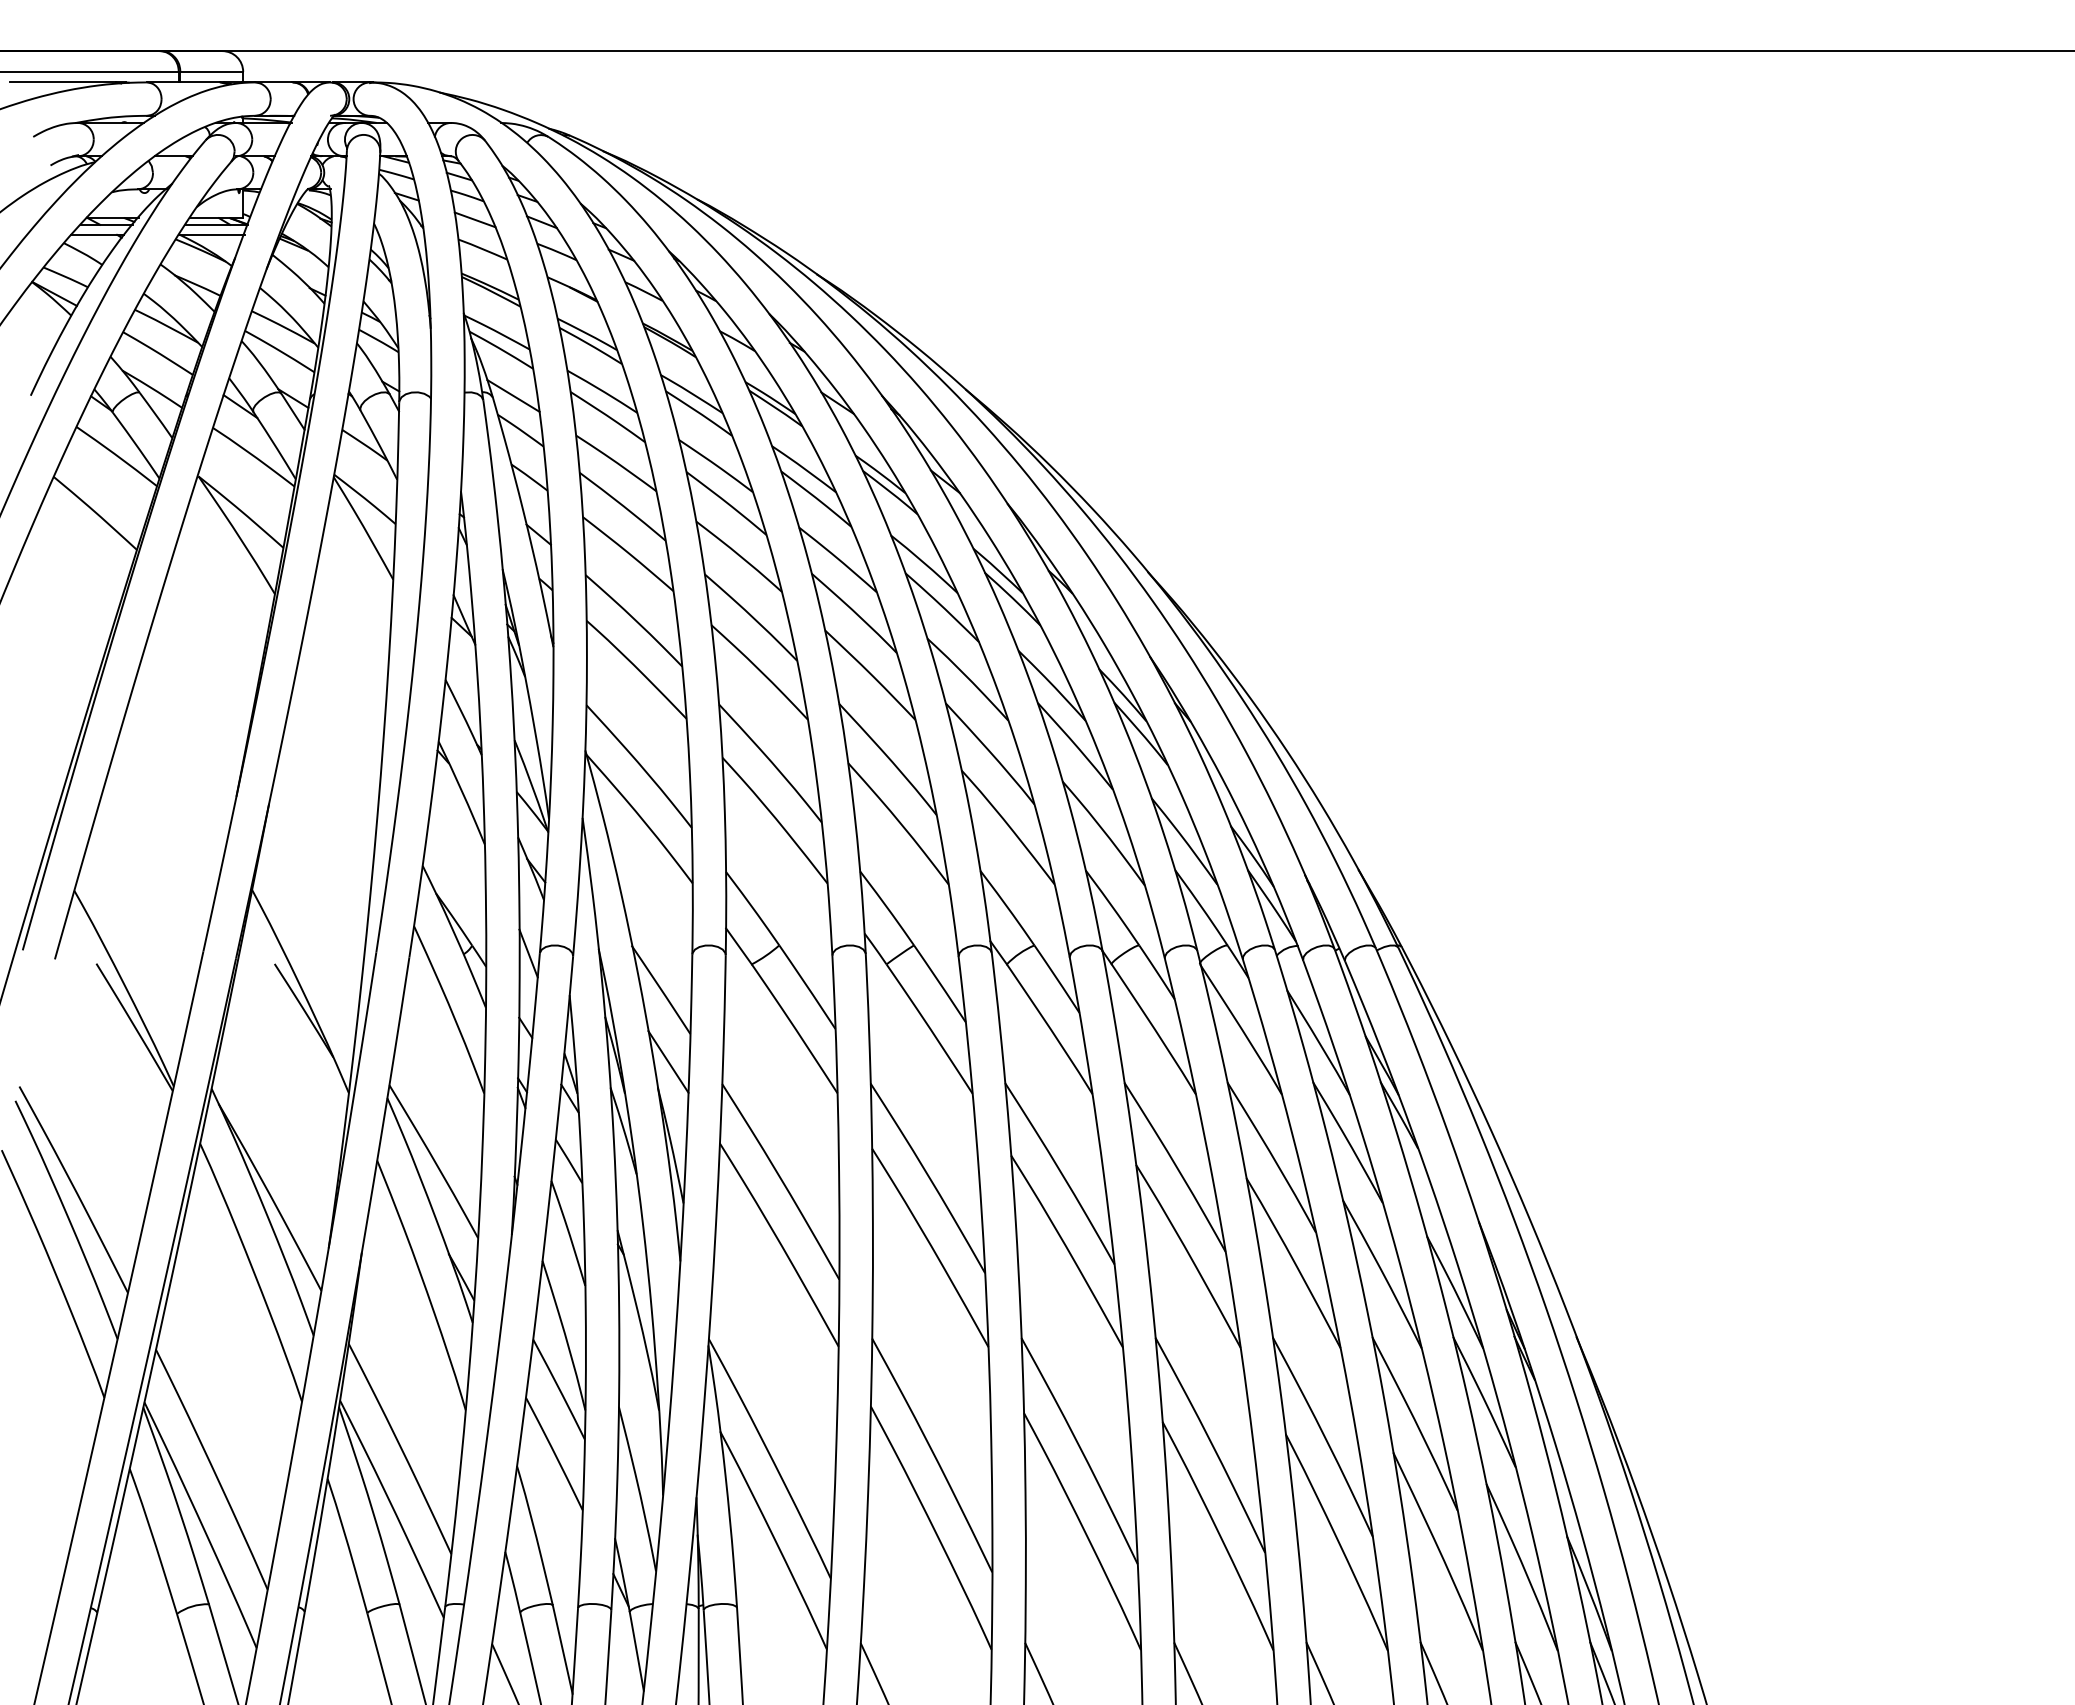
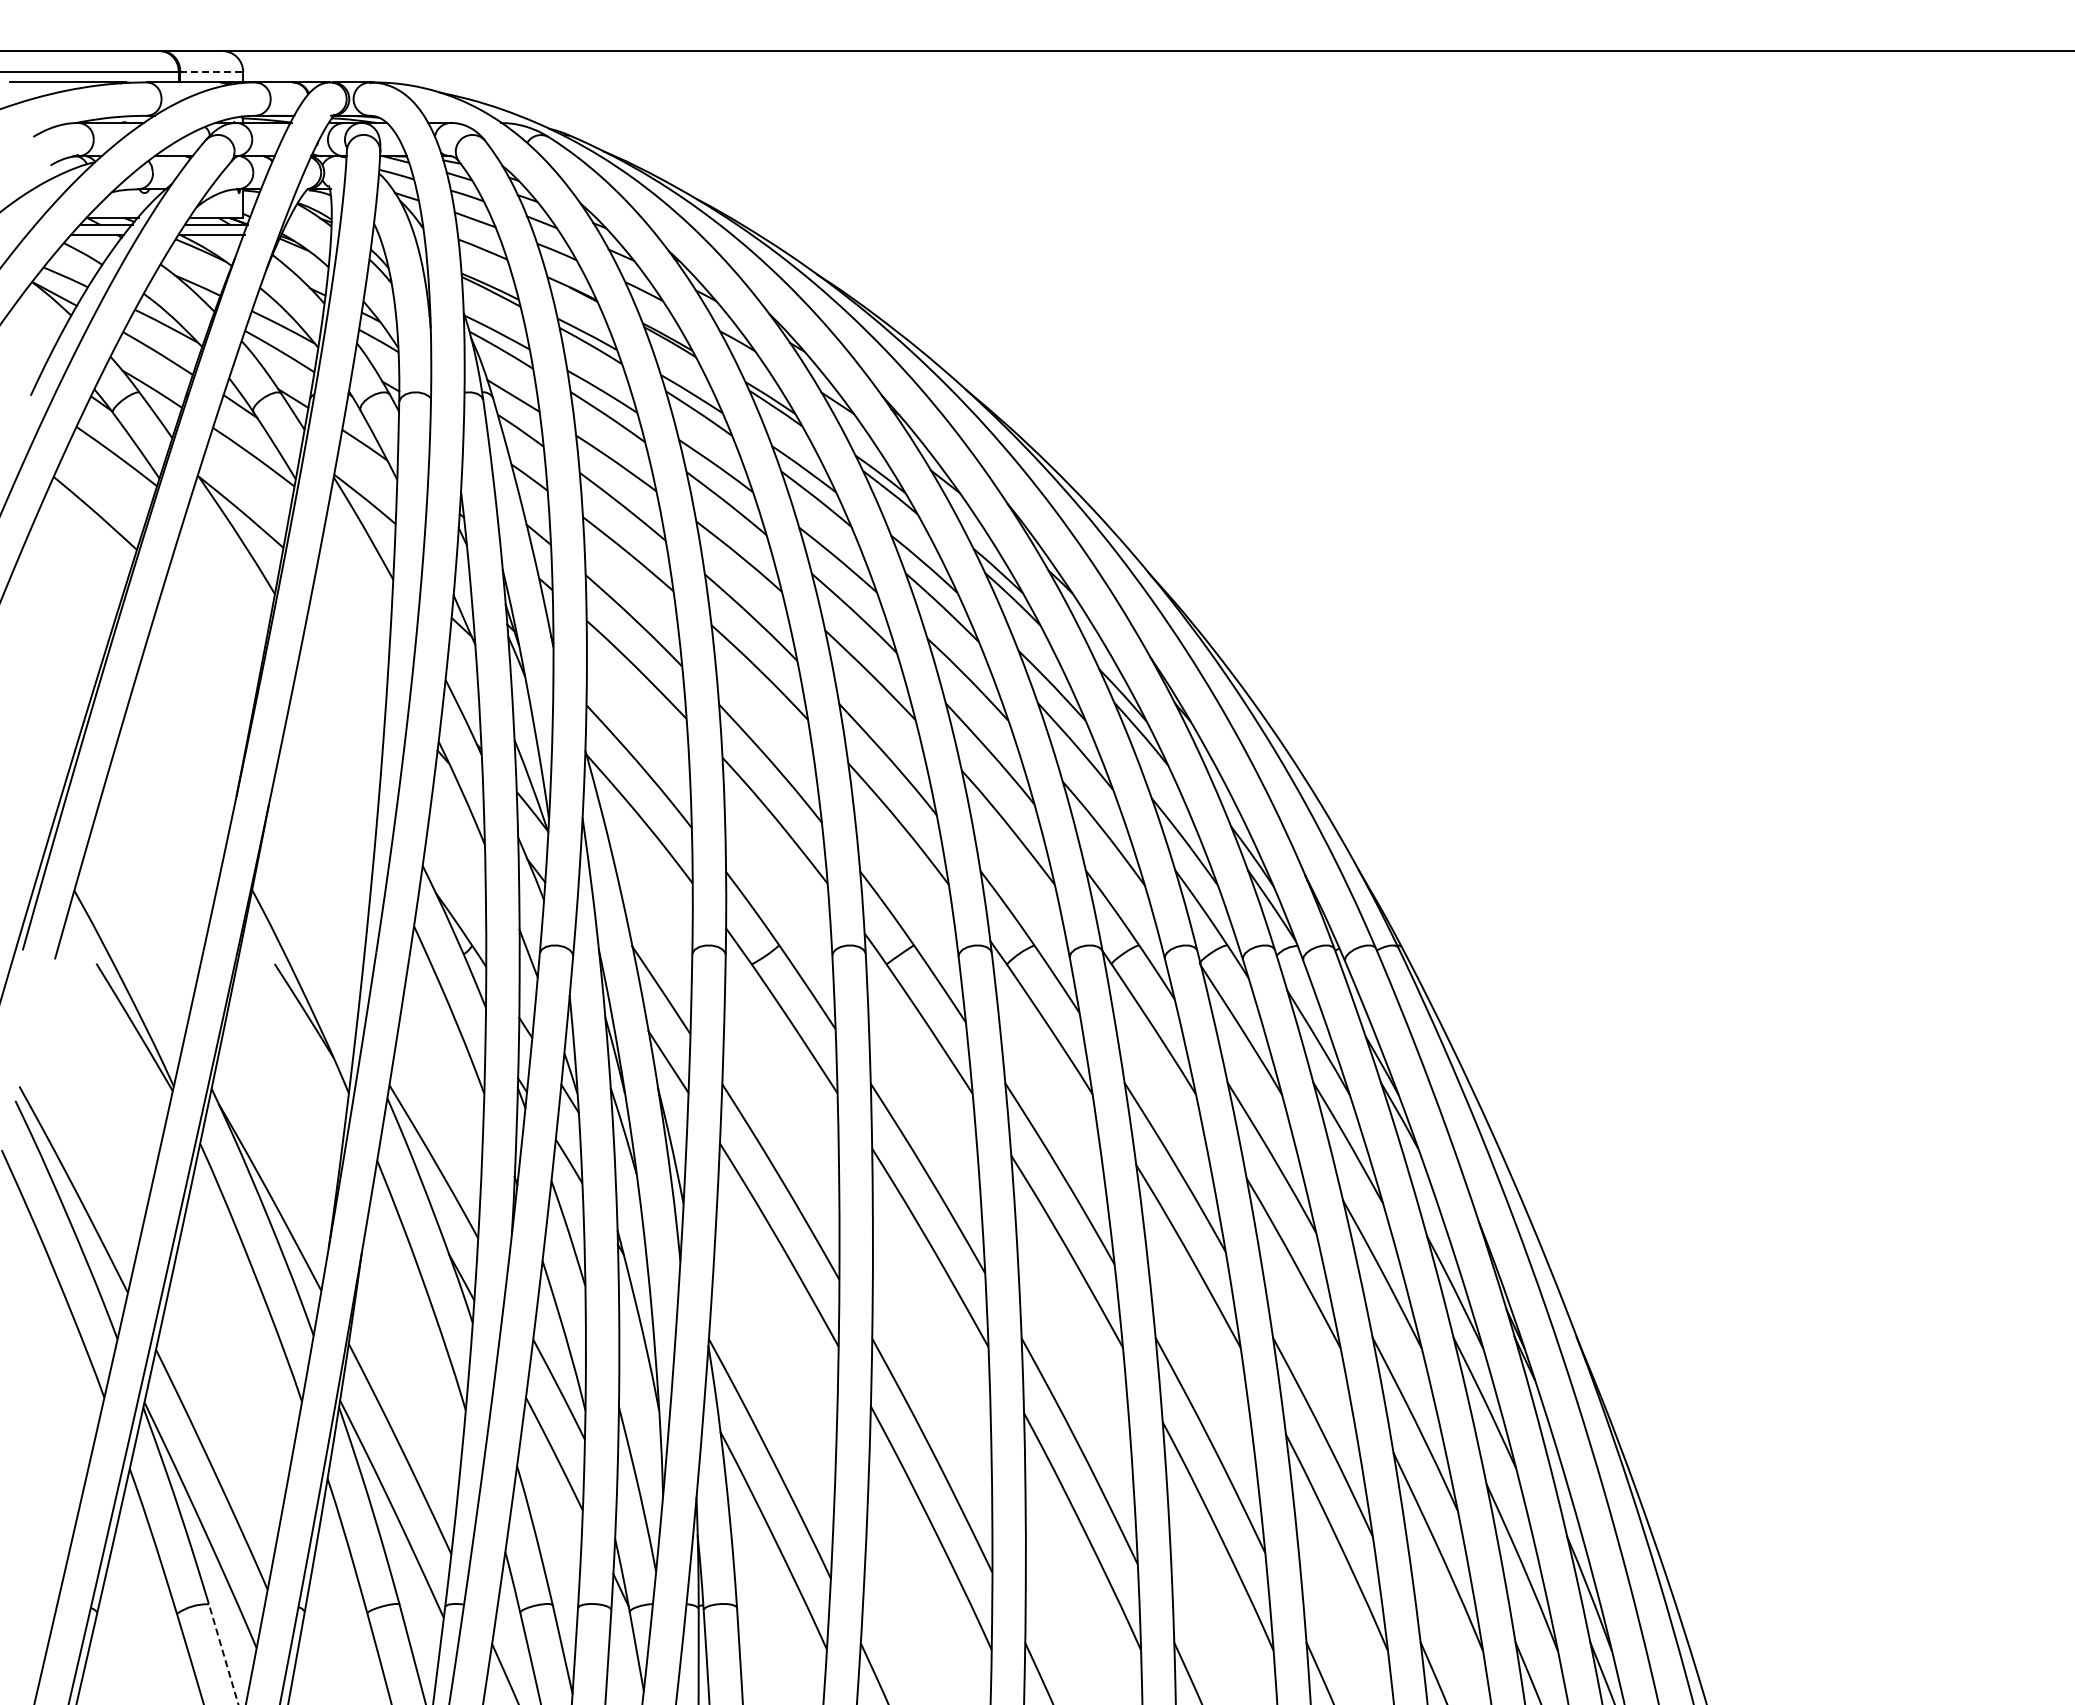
line at (212, 71): solid -> dashed
line at (223, 1653): solid -> dashed
